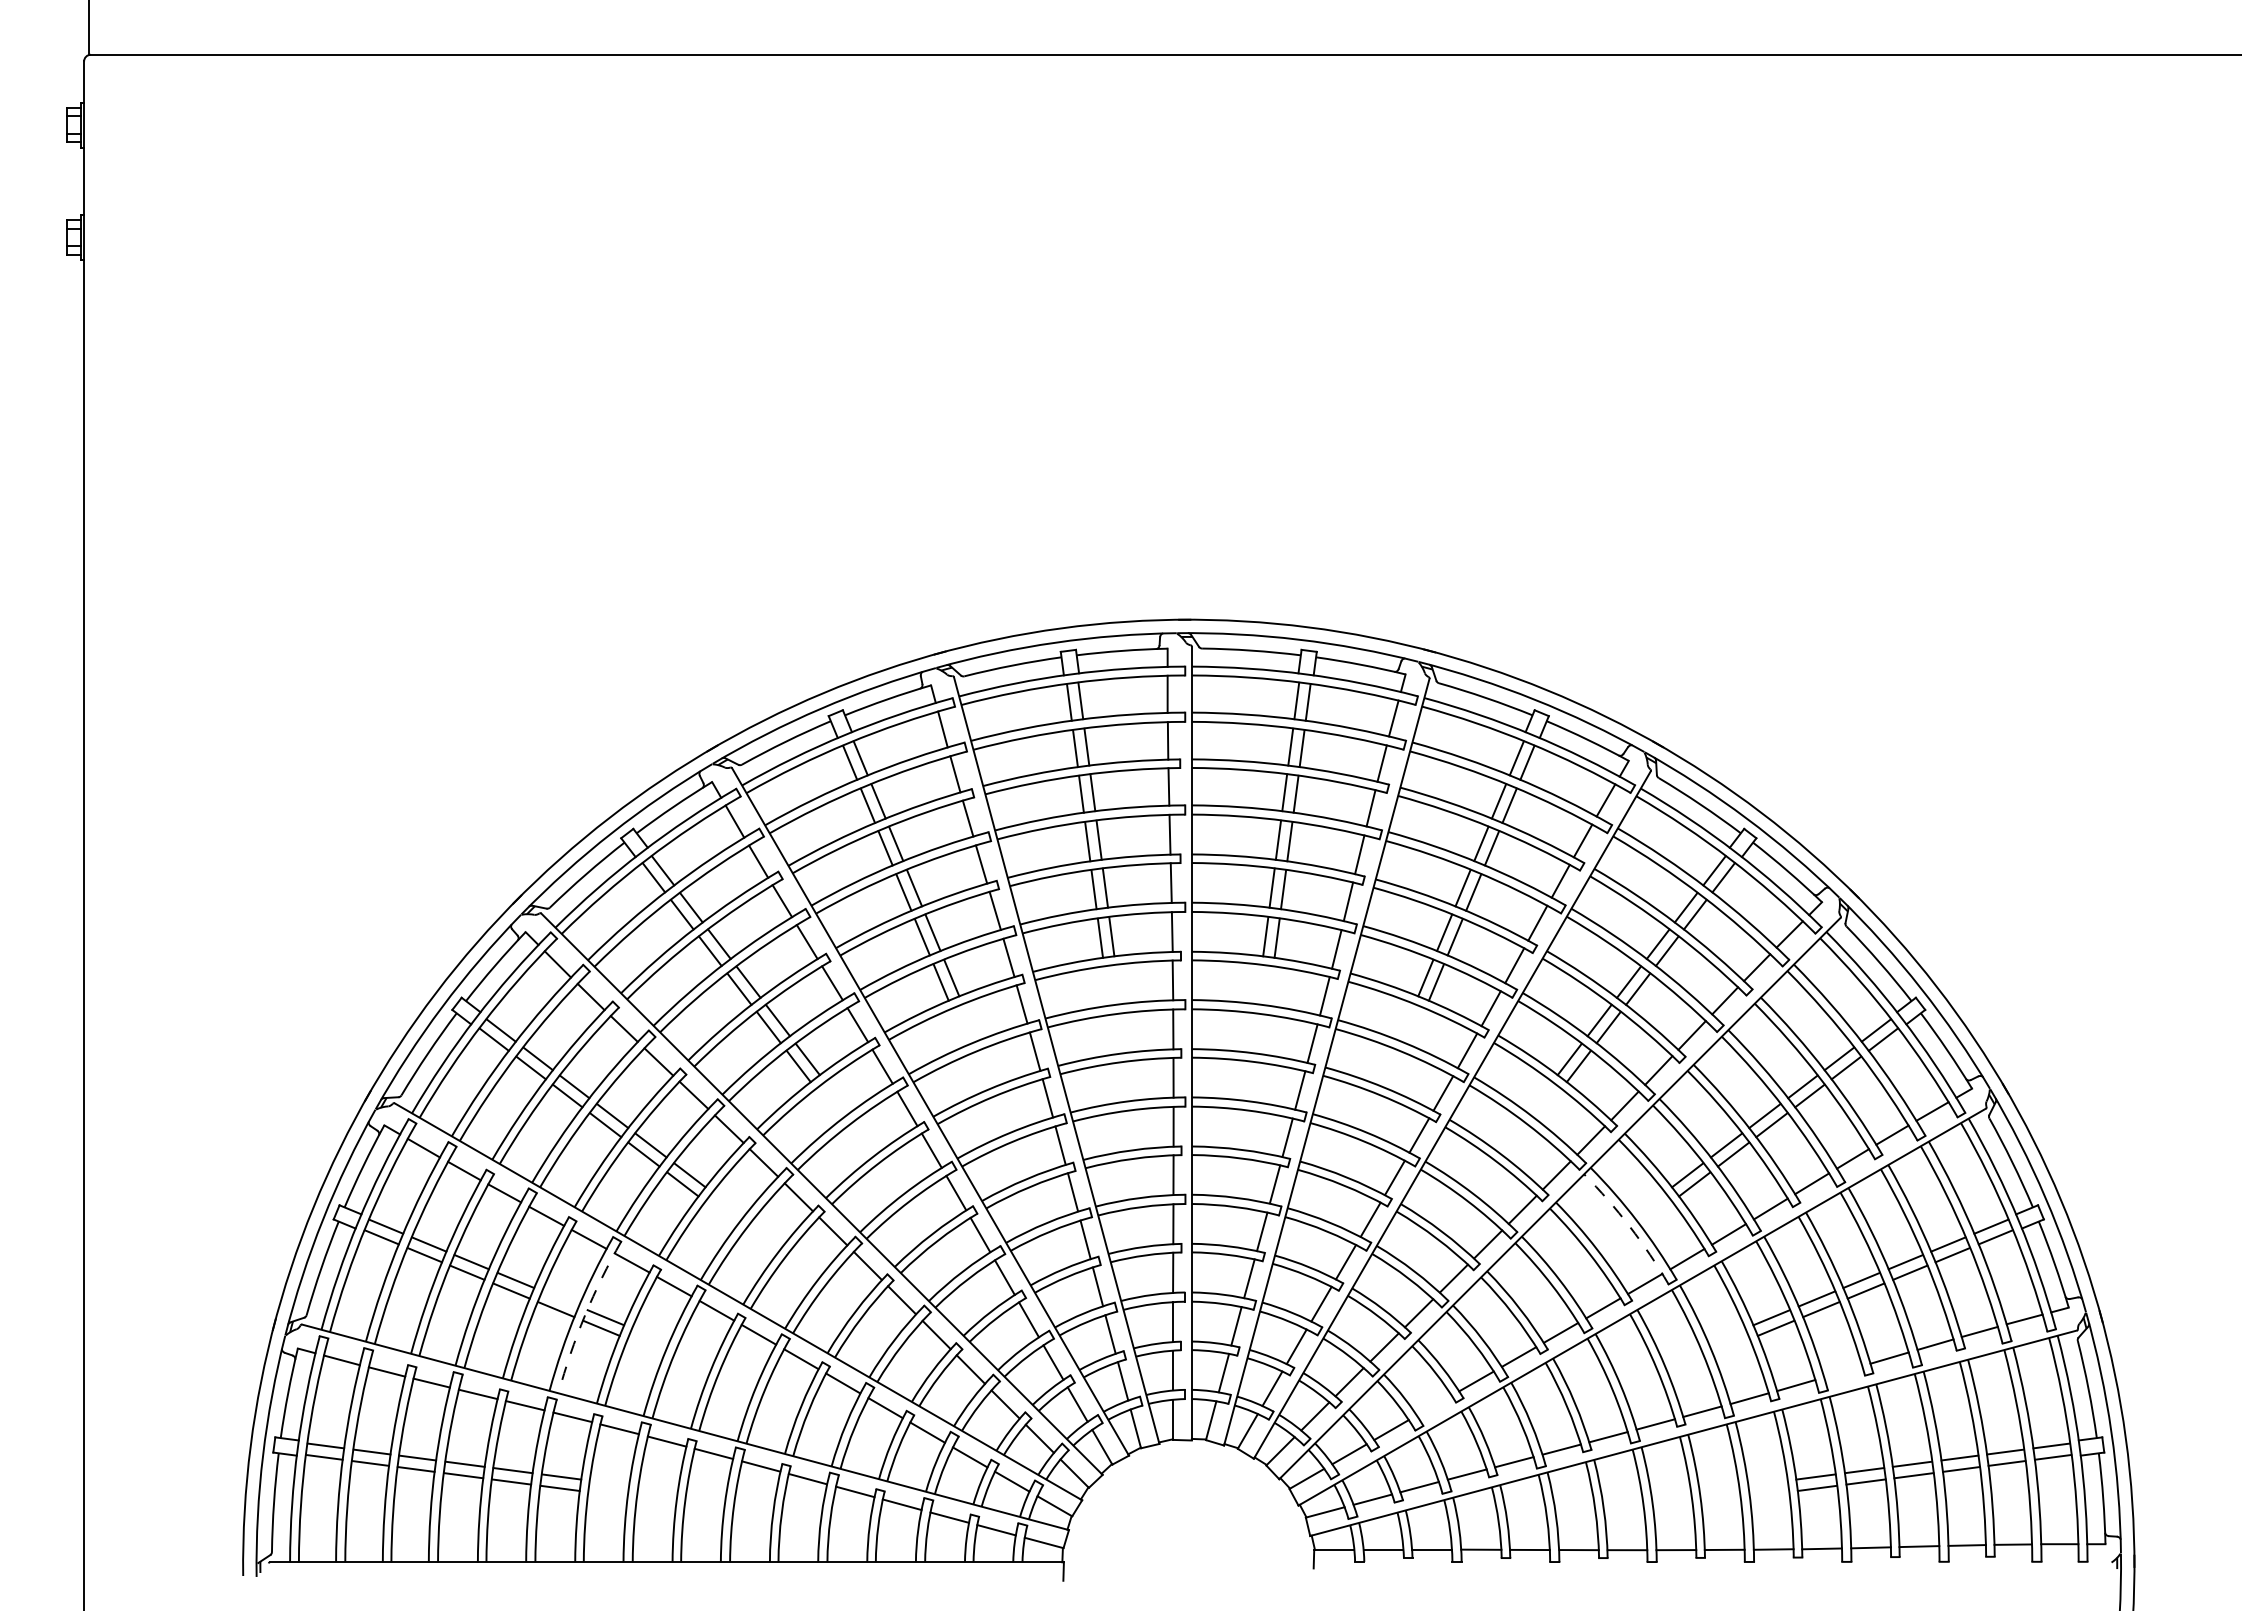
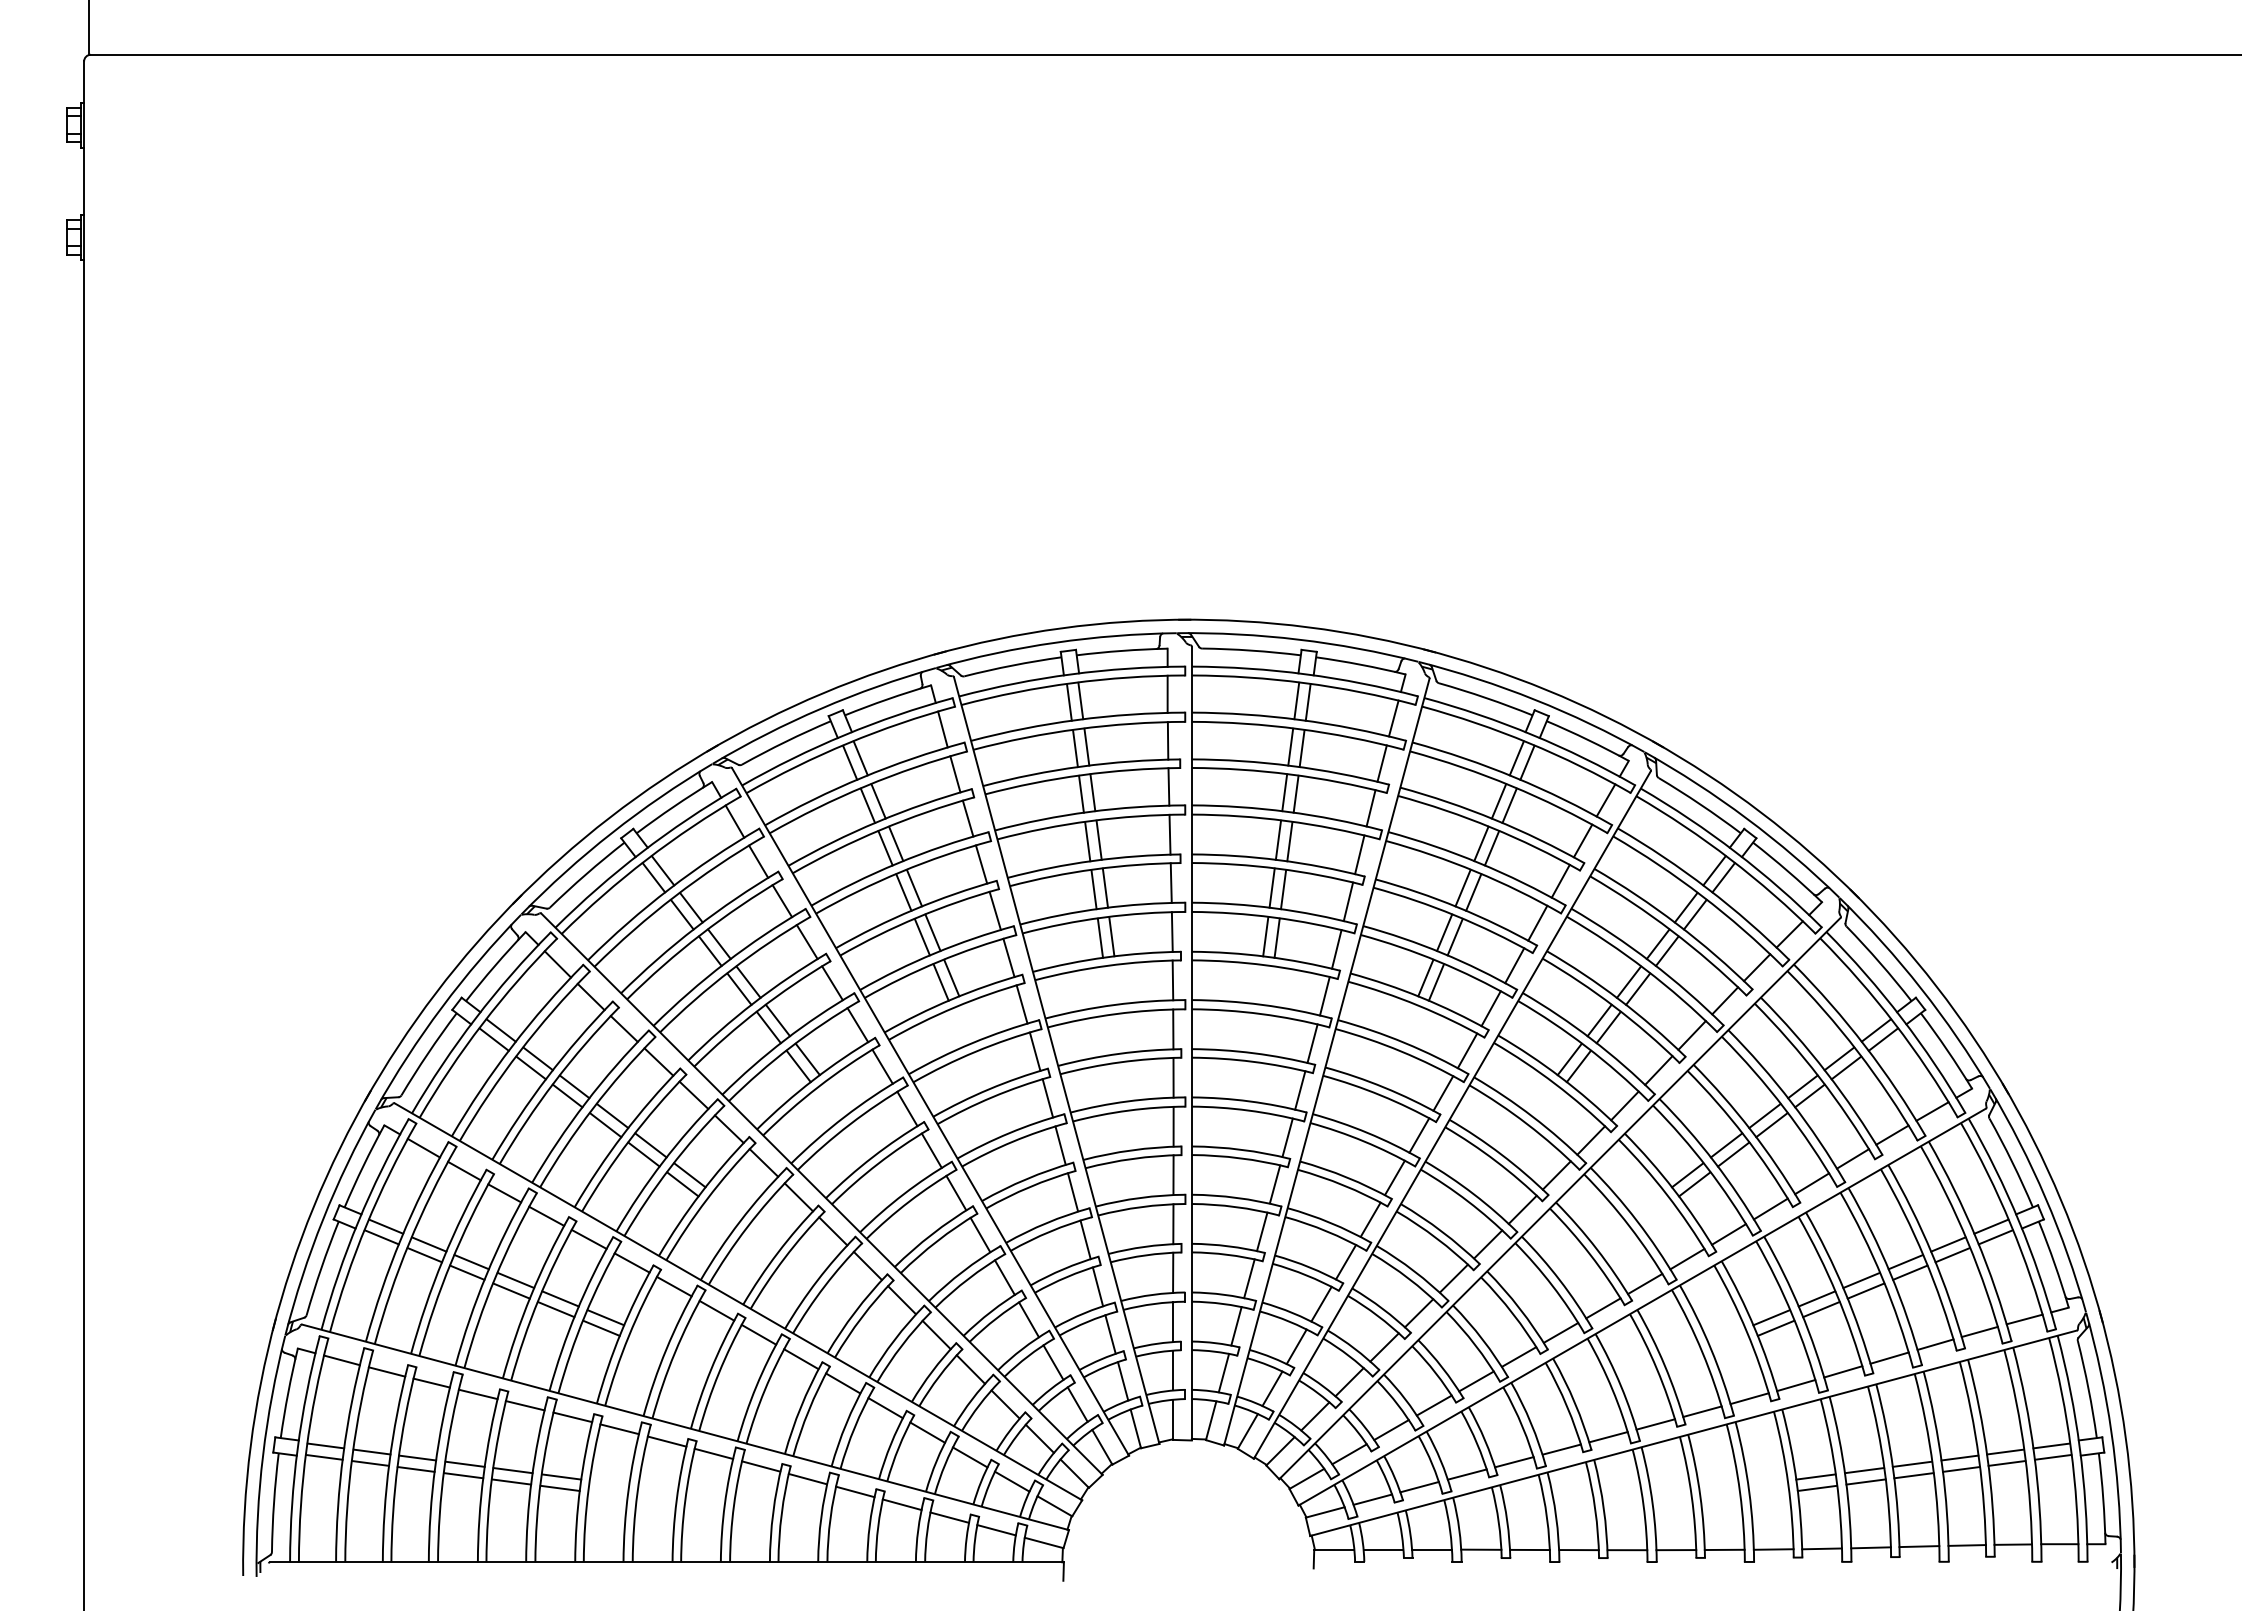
arc at (1629, 1226): dashed -> solid
line at (560, 1298): none -> present
arc at (585, 1315): dashed -> solid
line at (1843, 1371): none -> present
line at (1433, 1405): none -> present
